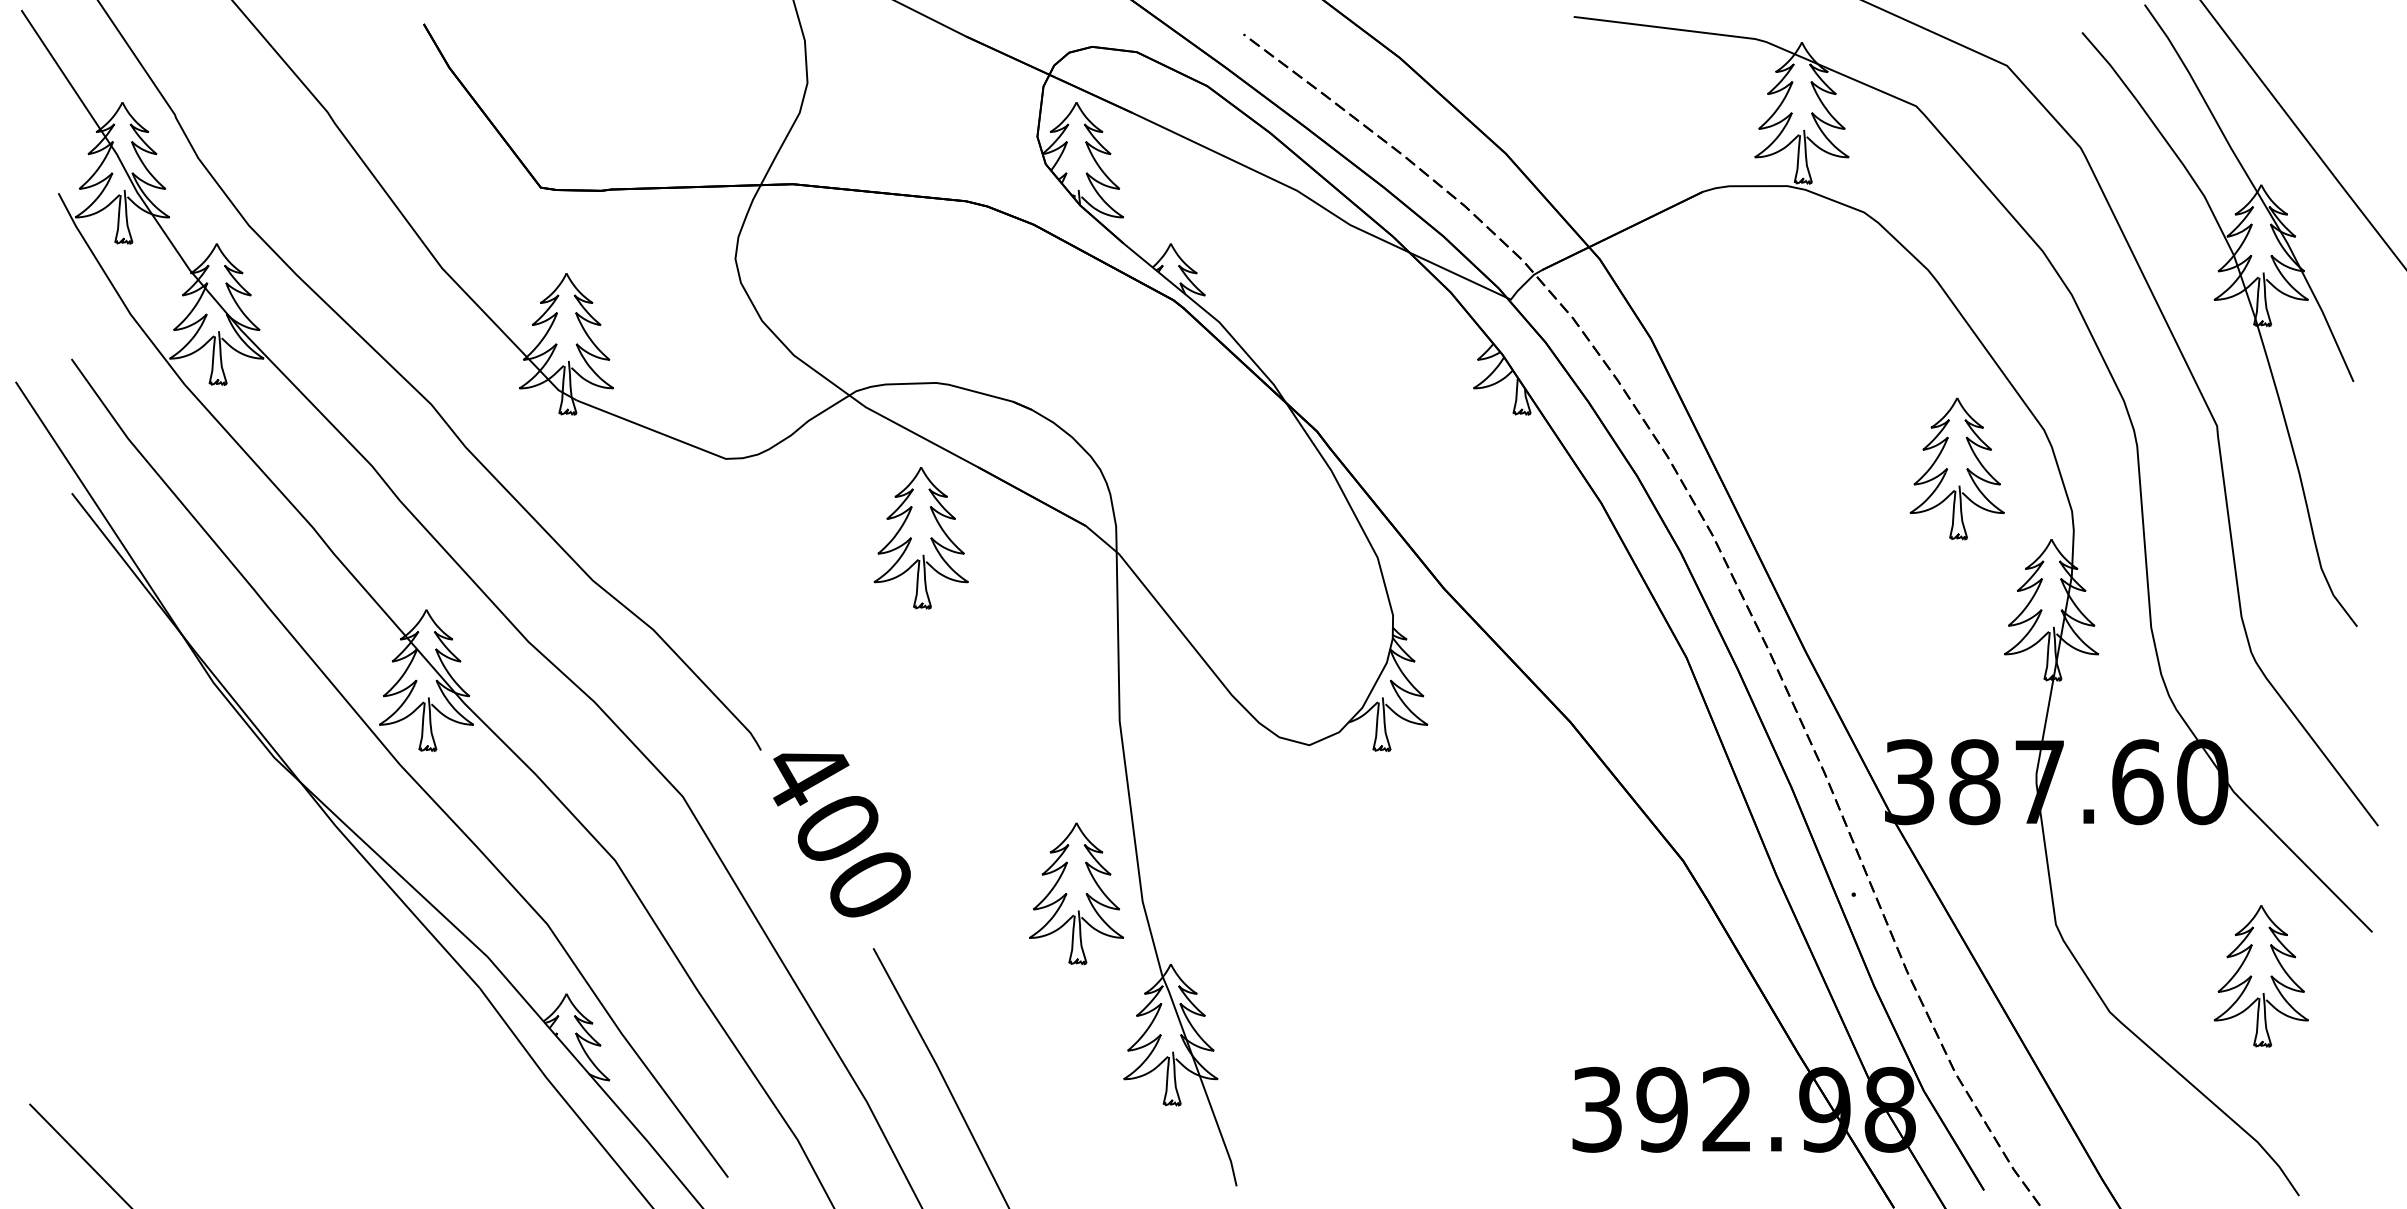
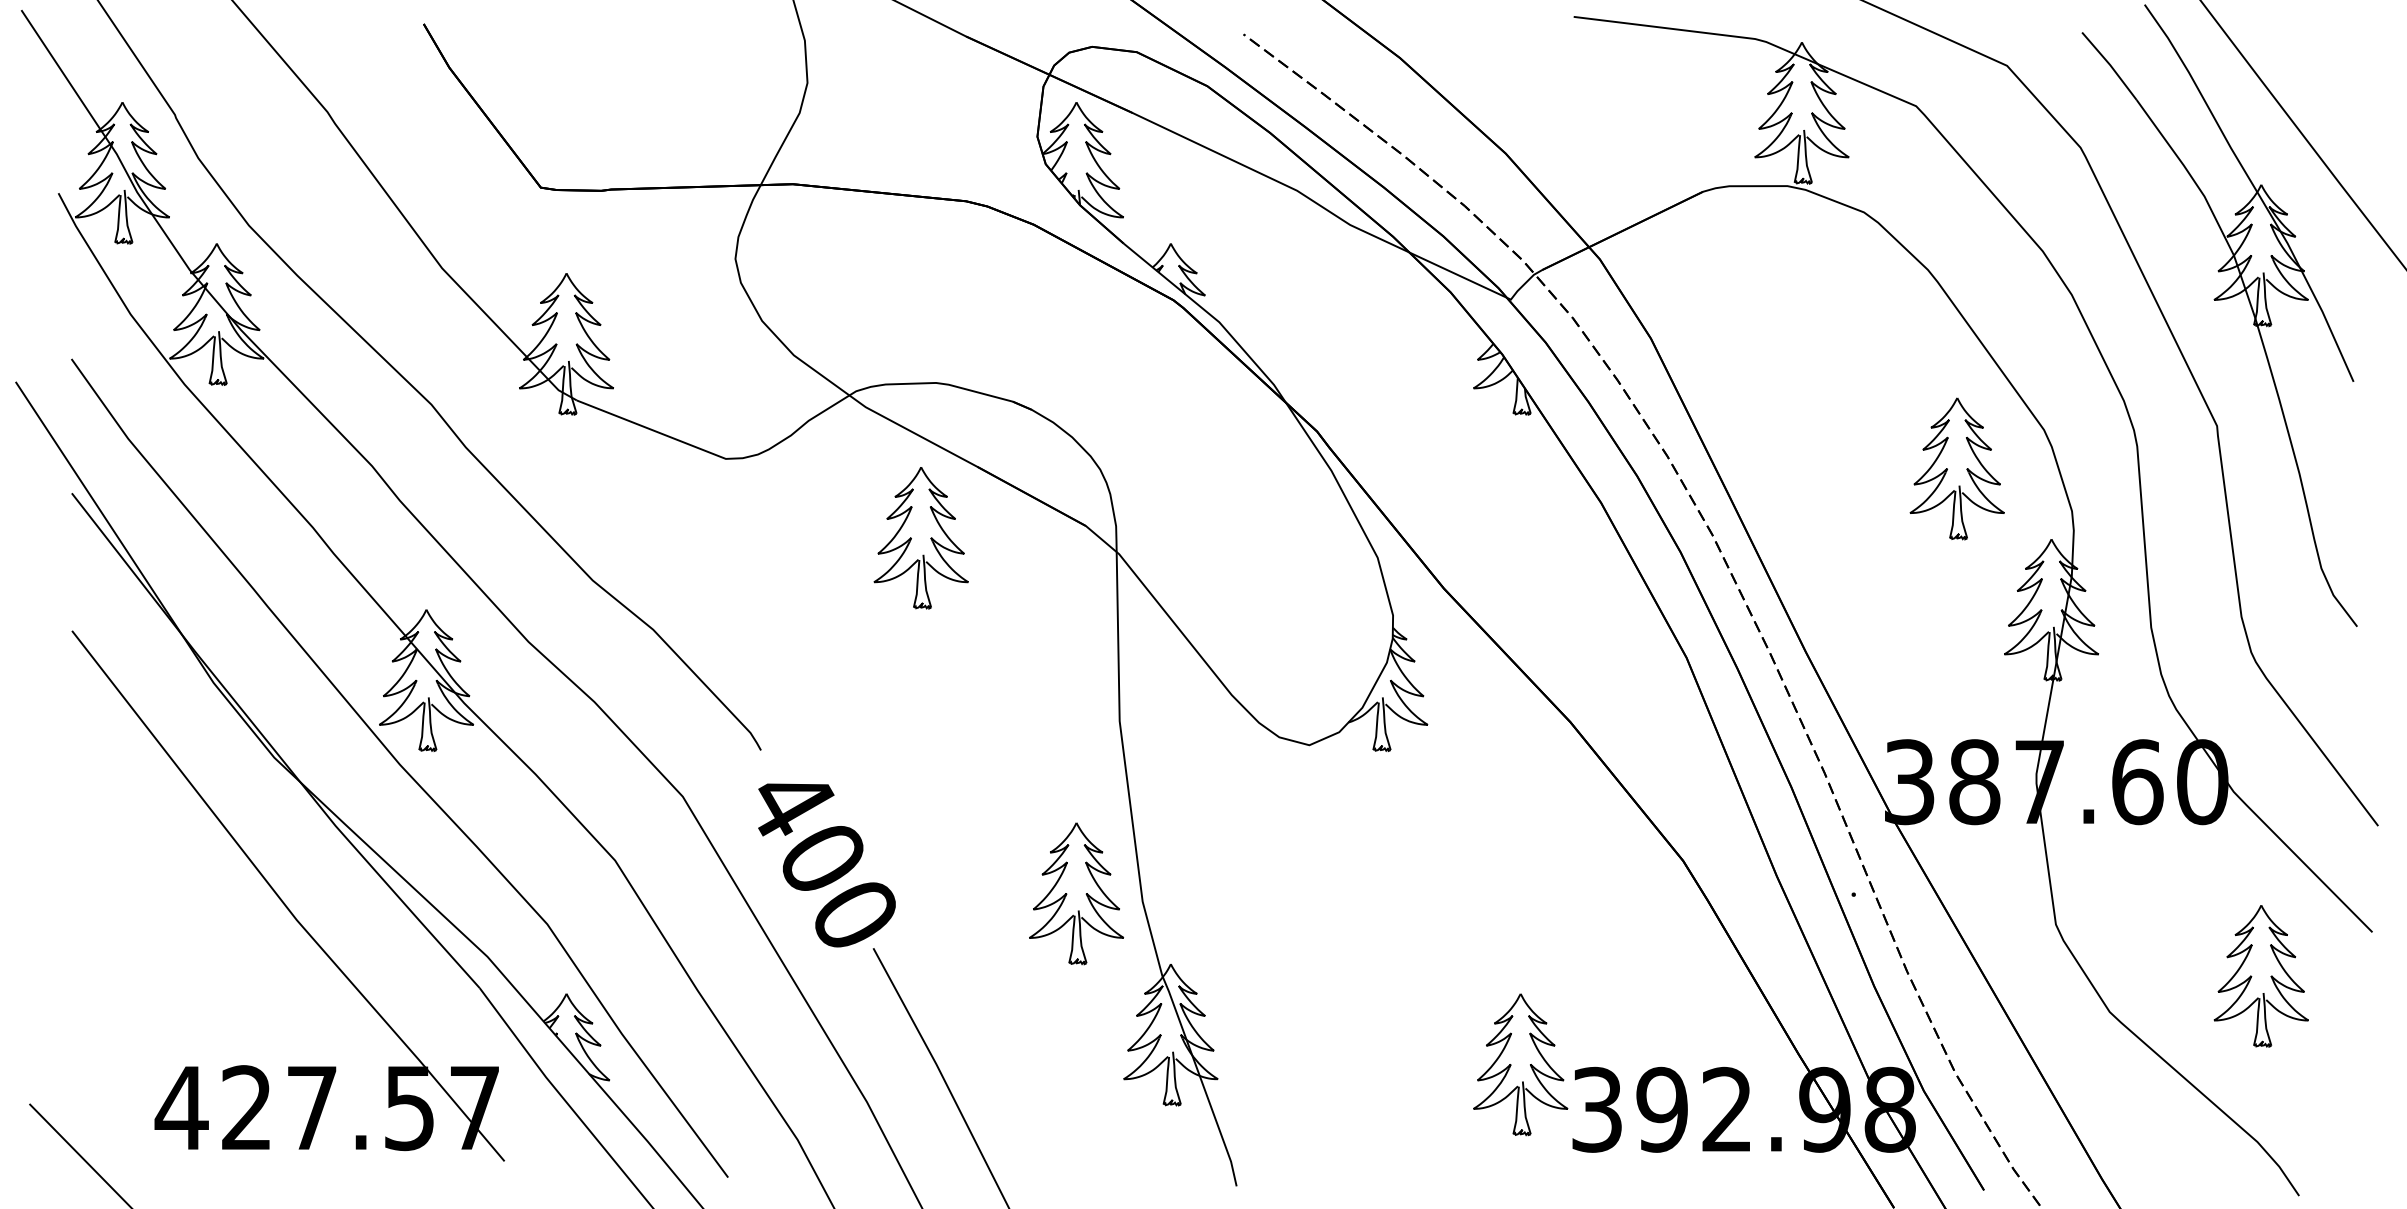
text at (841, 835) position: (841, 835) -> (826, 865)
part at (281, 898): none -> present
part at (1520, 1064): none -> present
